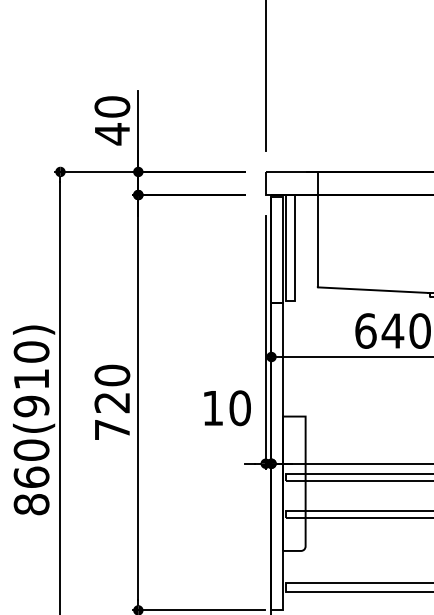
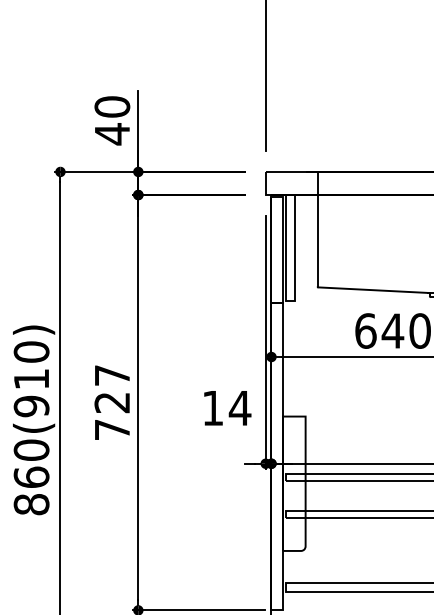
text at (112, 375): 720 -> 727
text at (239, 408): 10 -> 14
